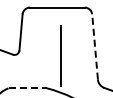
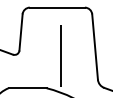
line at (95, 46): dashed -> solid
line at (28, 88): dashed -> solid
